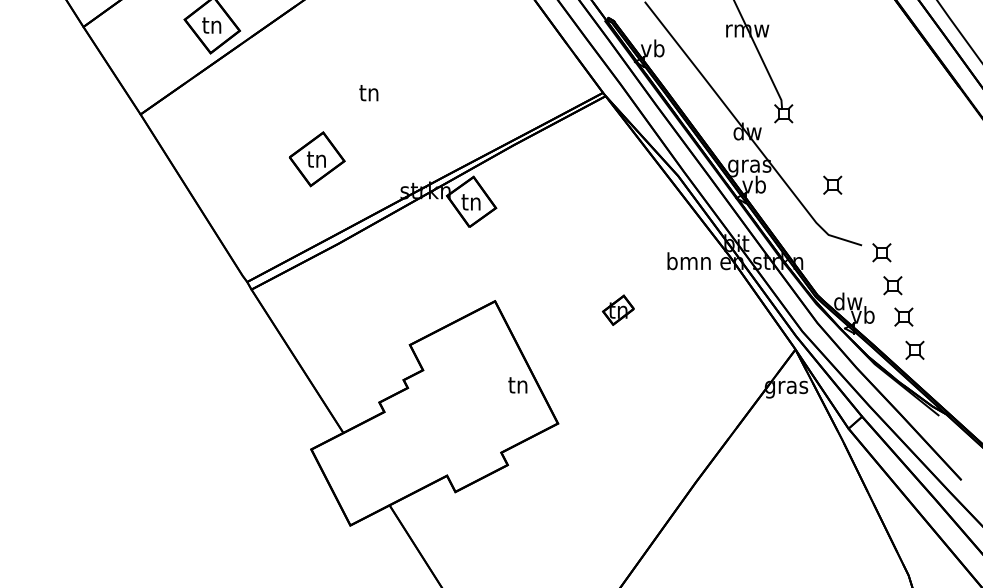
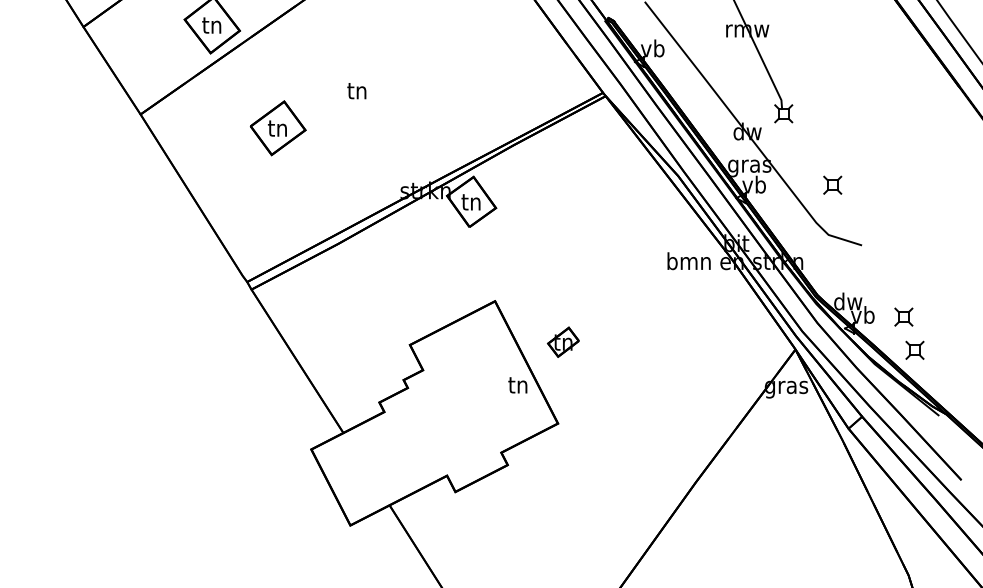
text at (368, 93) position: (368, 93) -> (356, 91)
part at (316, 159) position: (316, 159) -> (277, 128)
part at (881, 252): present -> none
part at (892, 285): present -> none
part at (618, 309) position: (618, 309) -> (563, 341)
